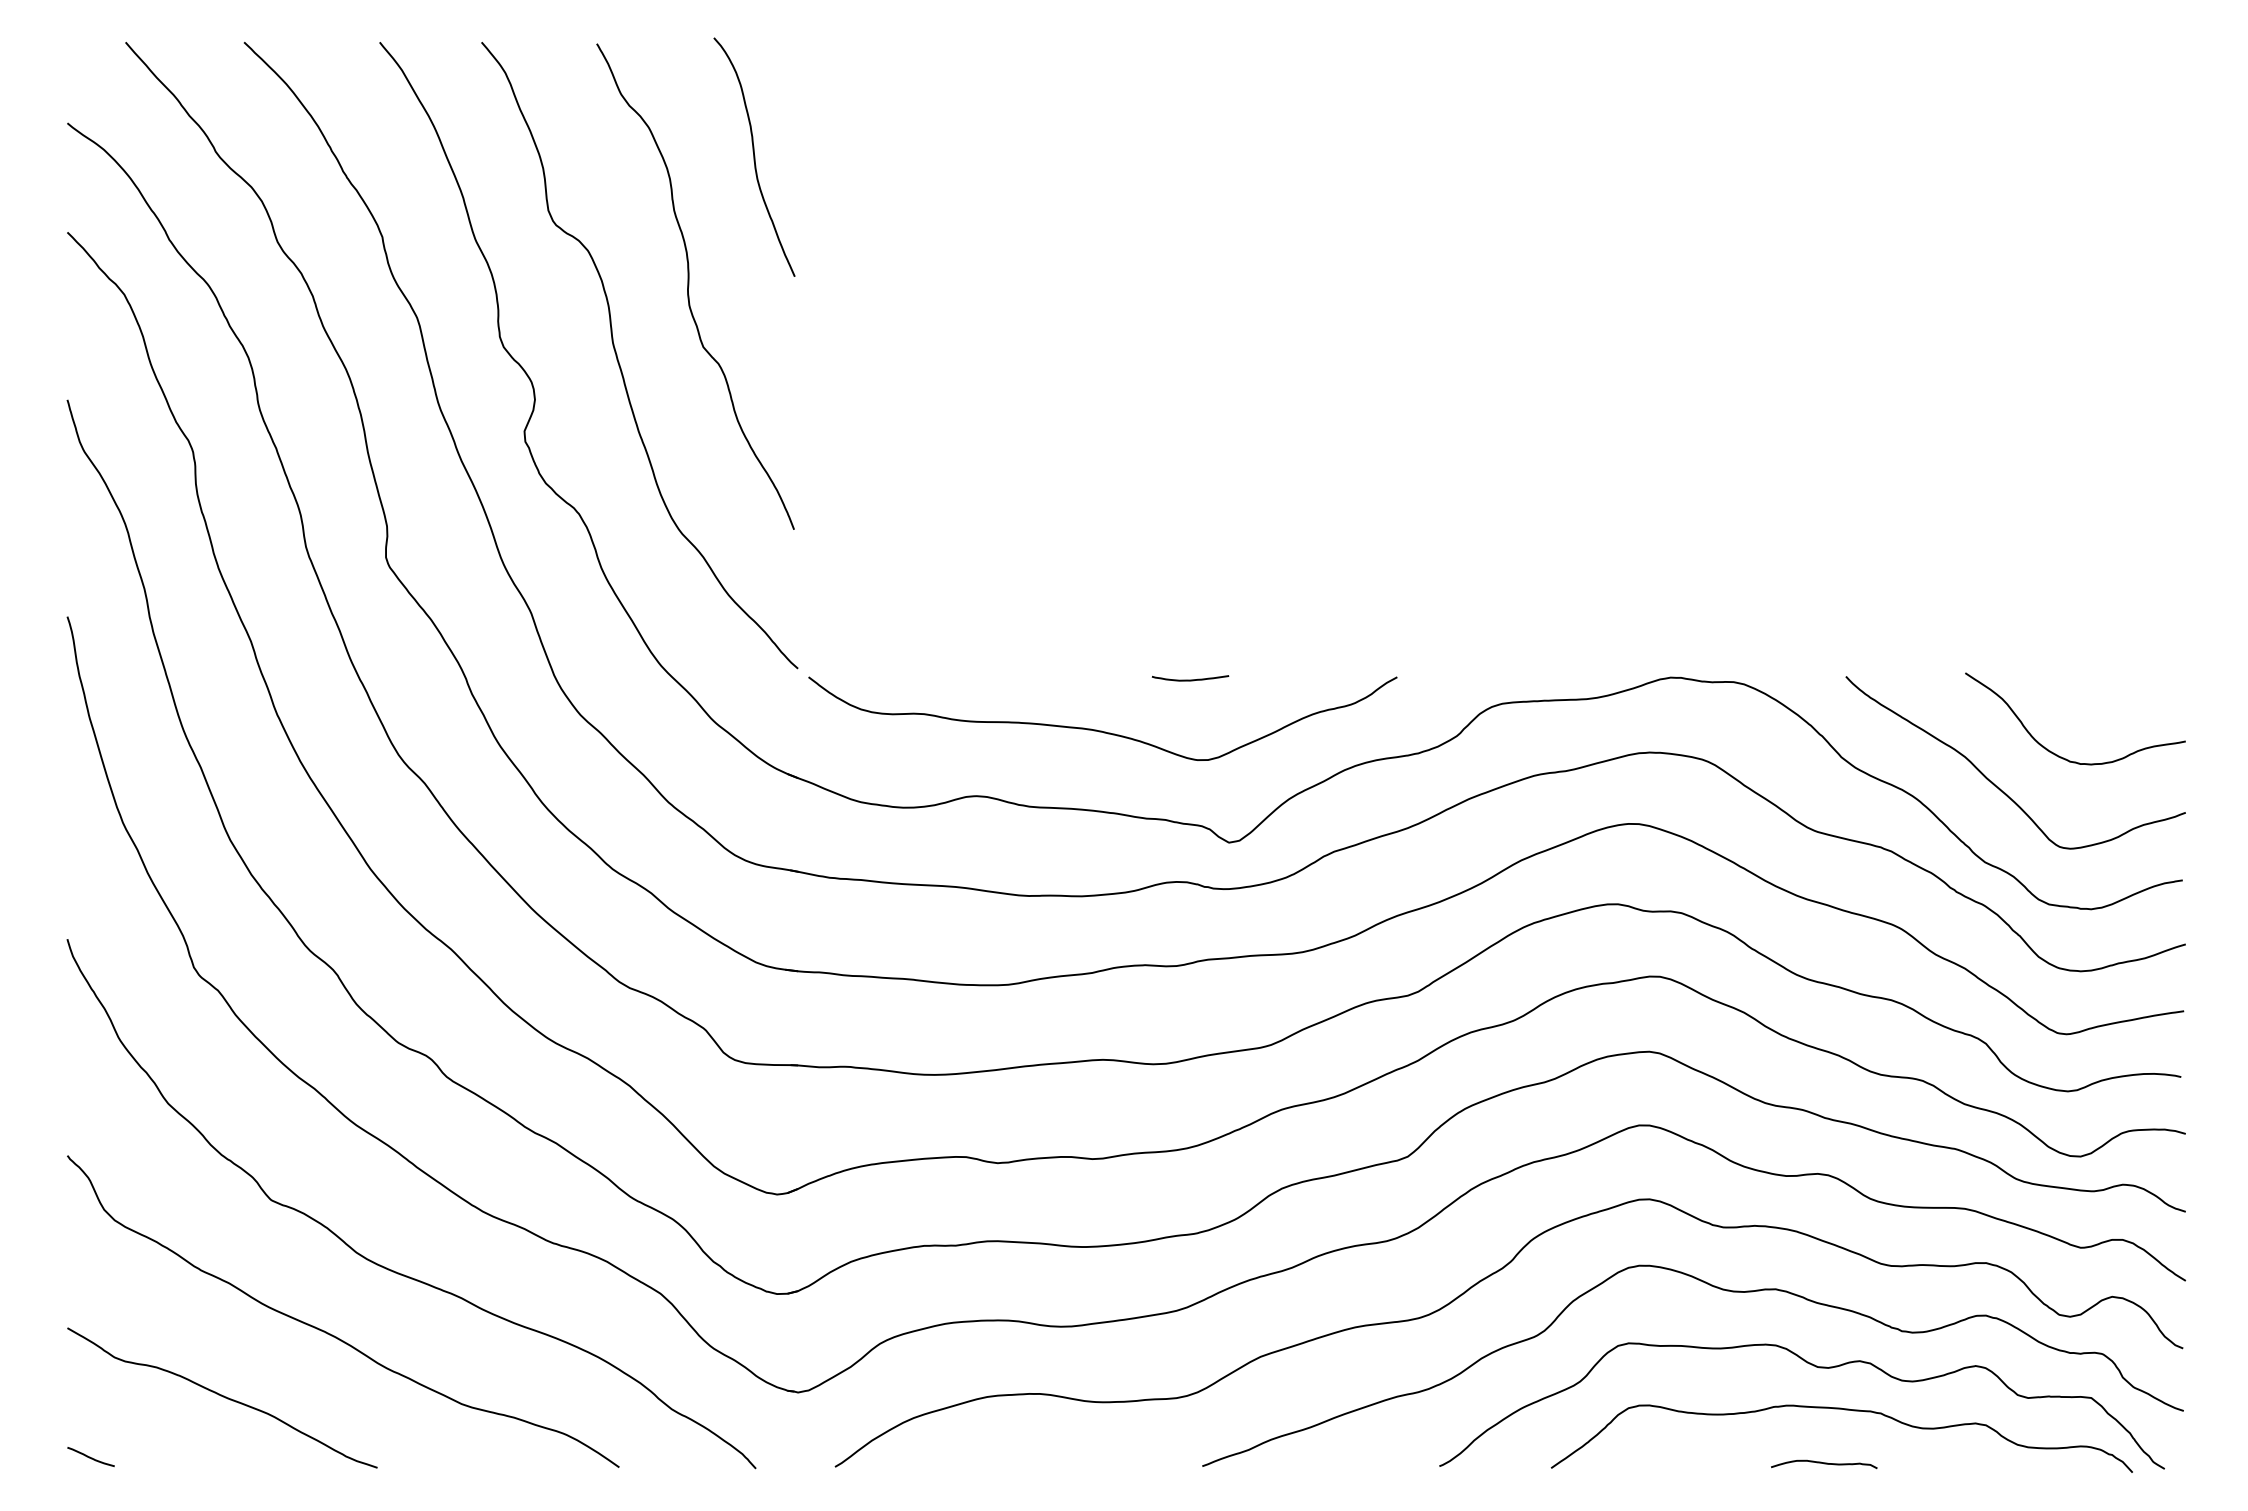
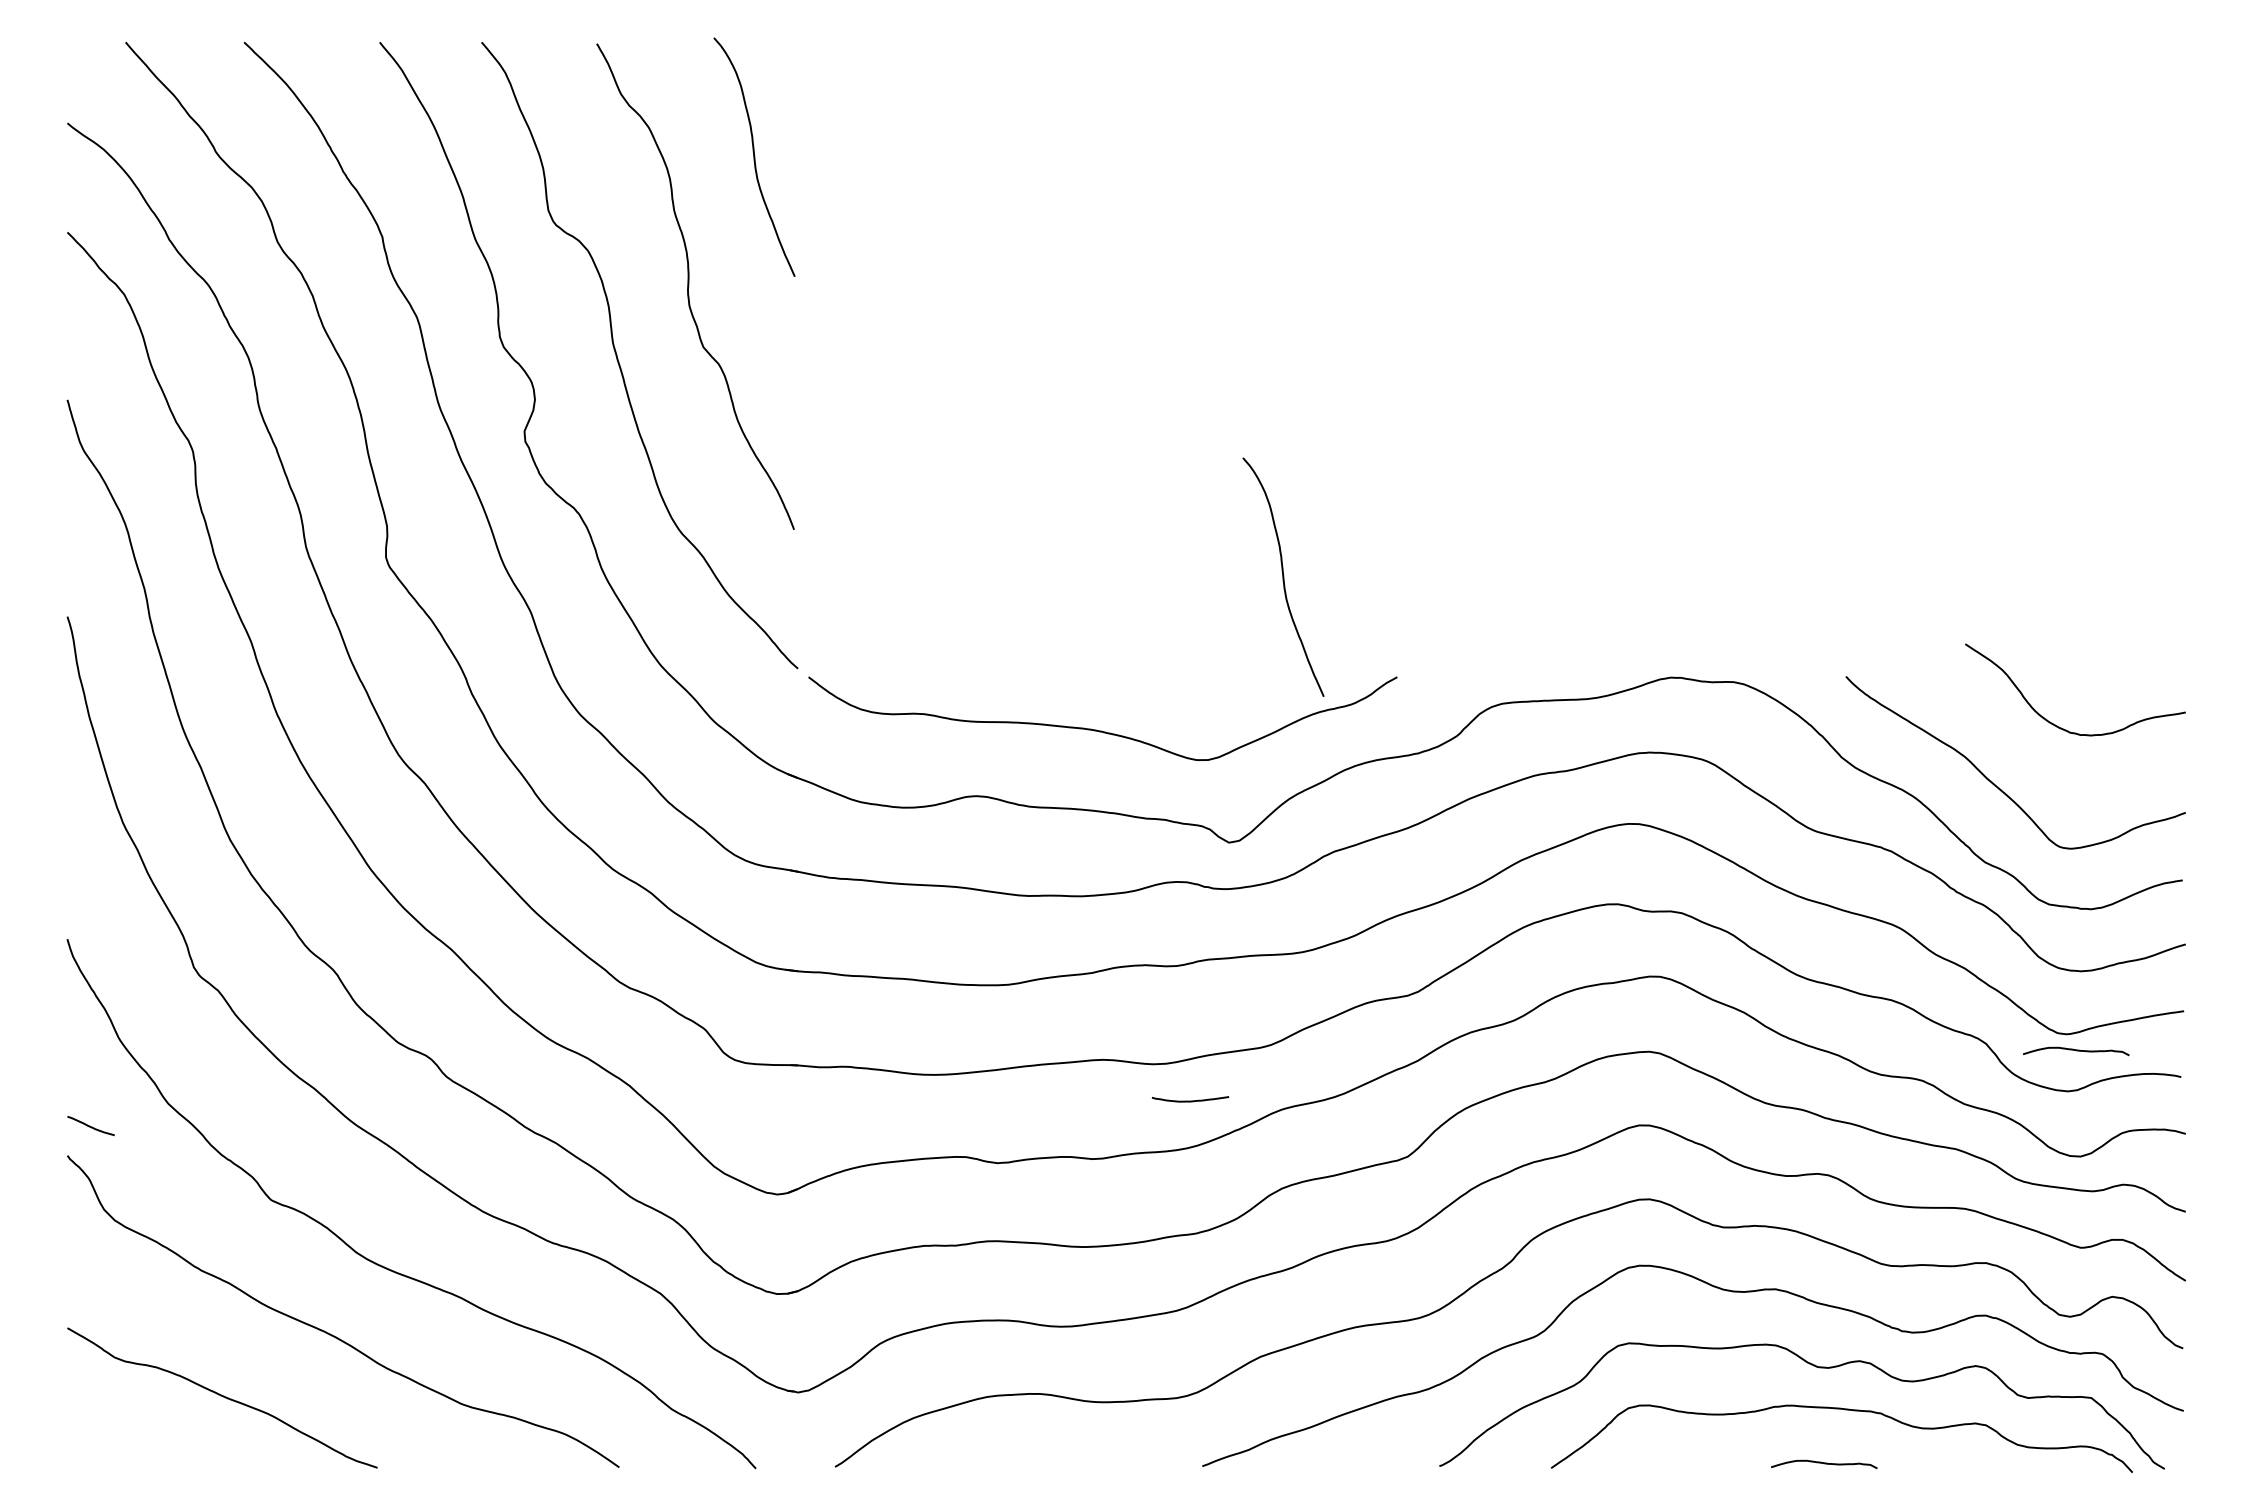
curve at (1283, 576): none -> present
curve at (1190, 679) position: (1190, 679) -> (1190, 1100)
curve at (2052, 751) position: (2052, 751) -> (2052, 722)
curve at (2076, 1051): none -> present
curve at (90, 1457) position: (90, 1457) -> (90, 1126)
